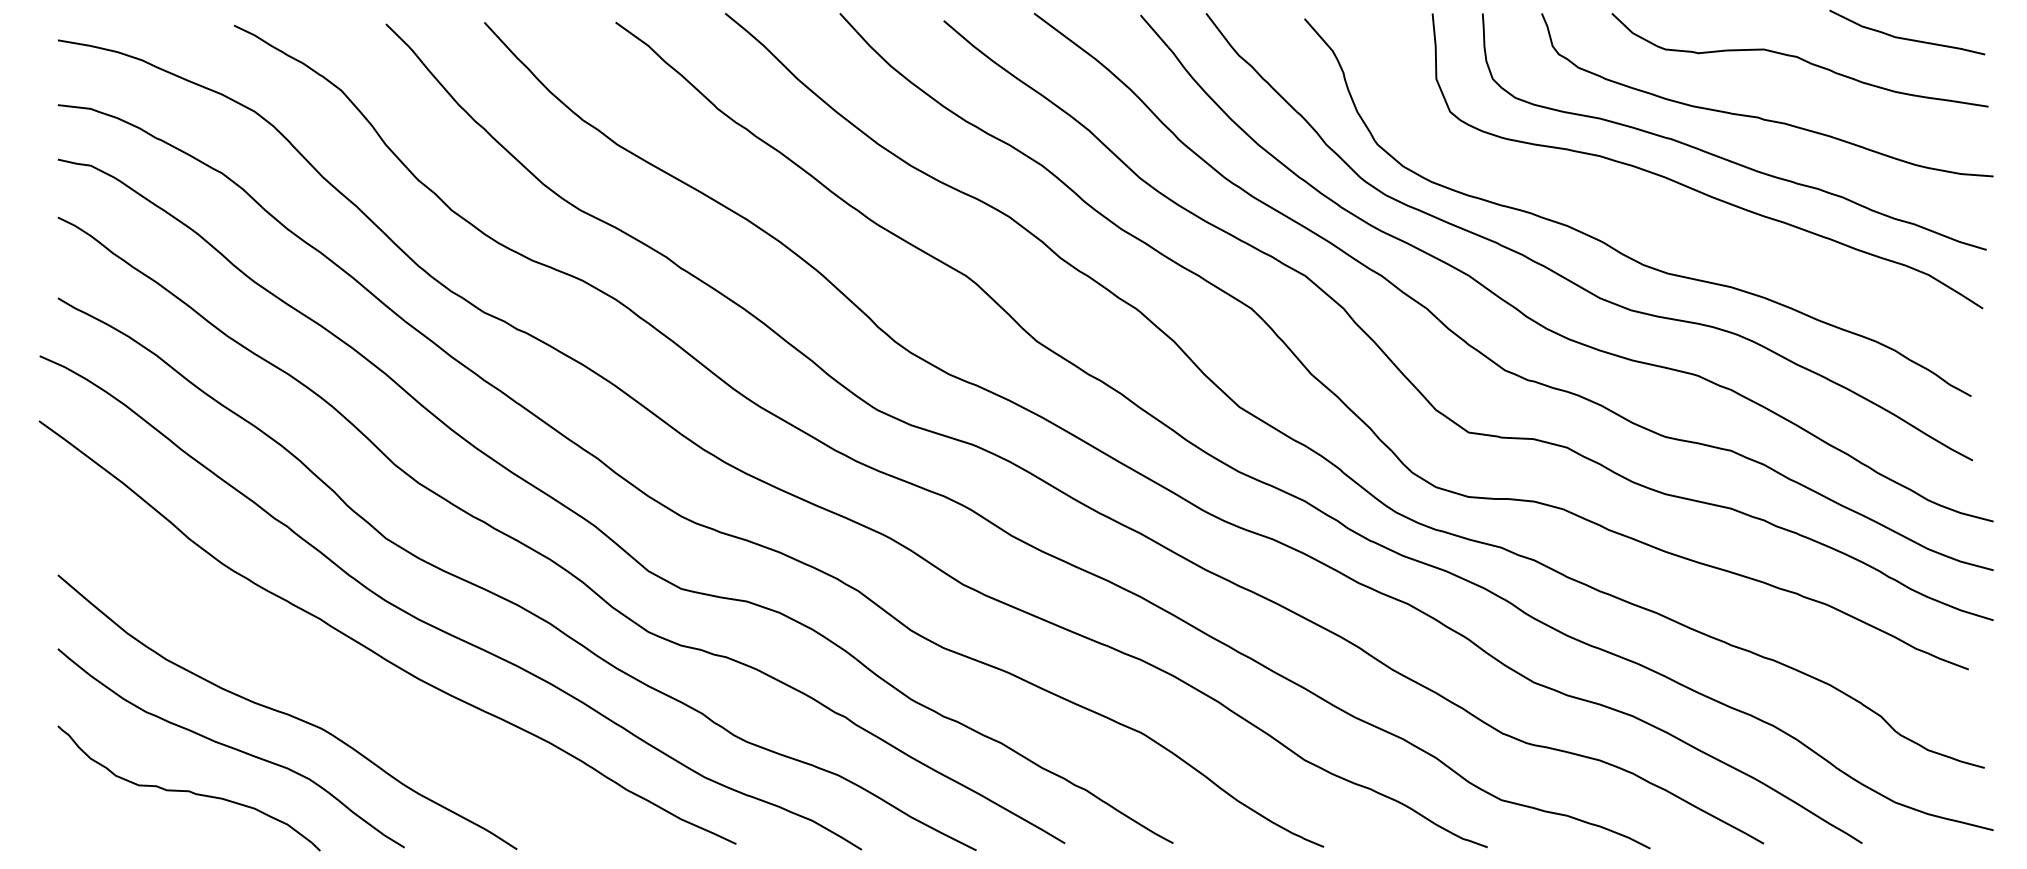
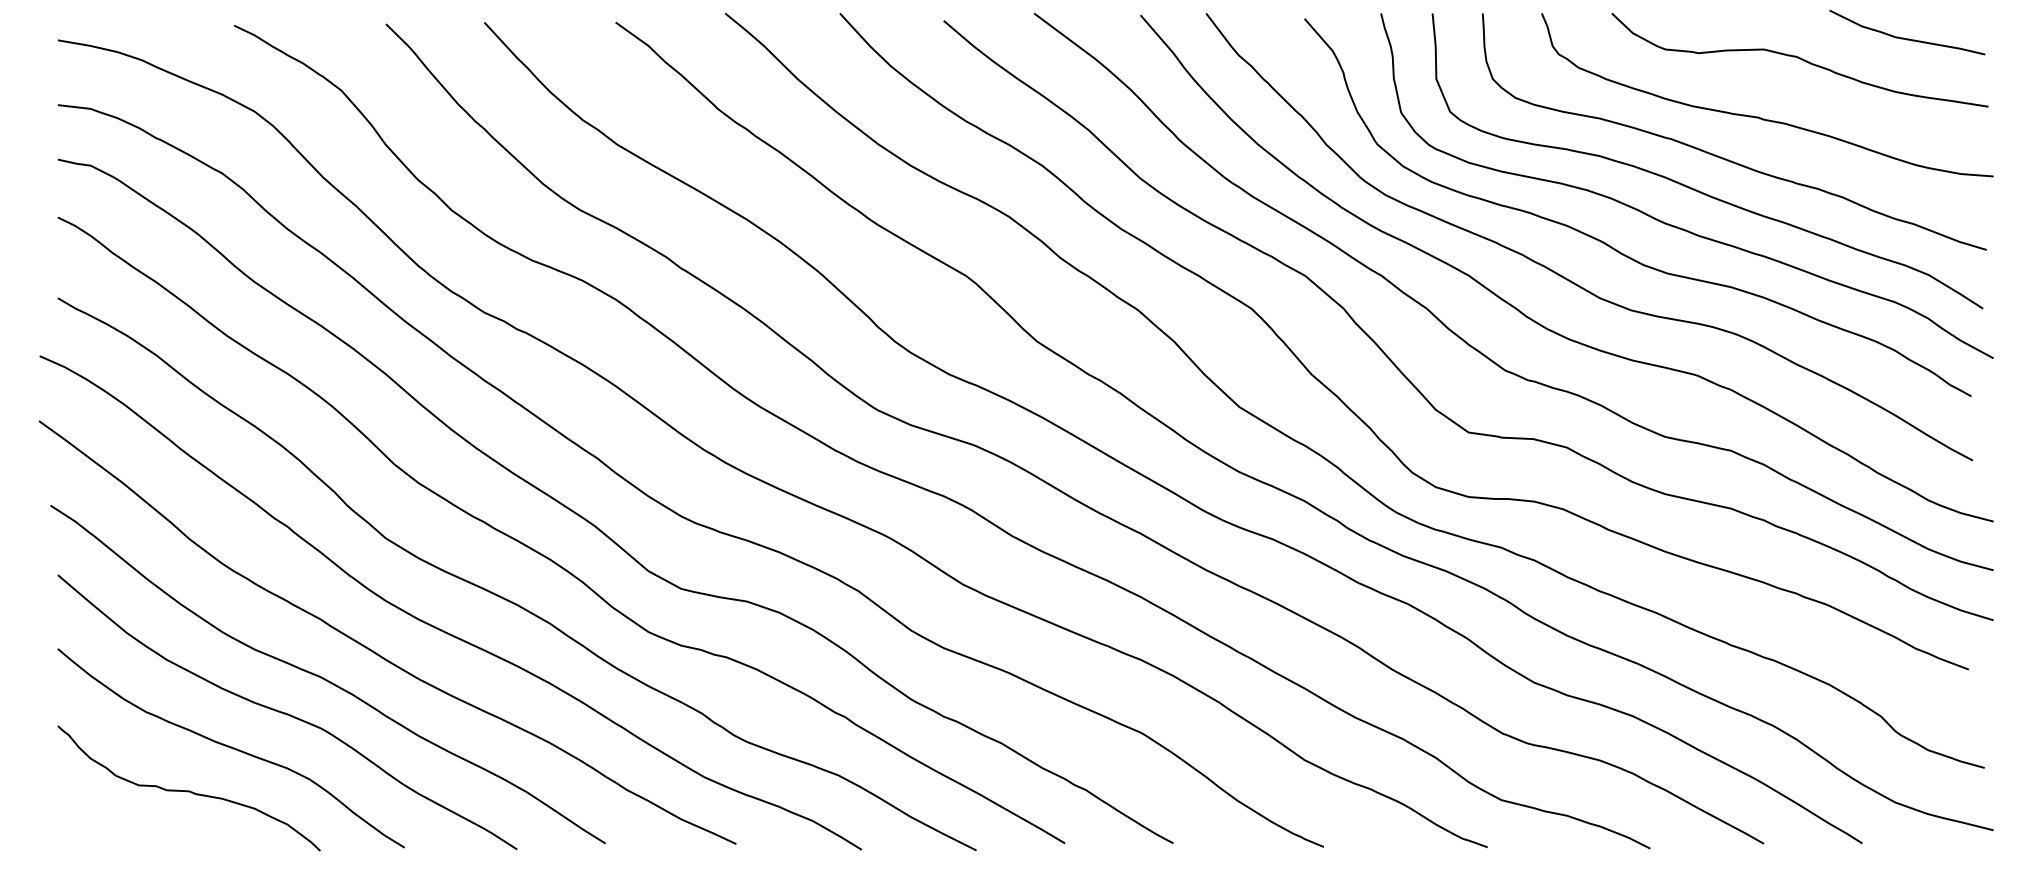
curve at (1674, 225): none -> present
curve at (325, 678): none -> present
